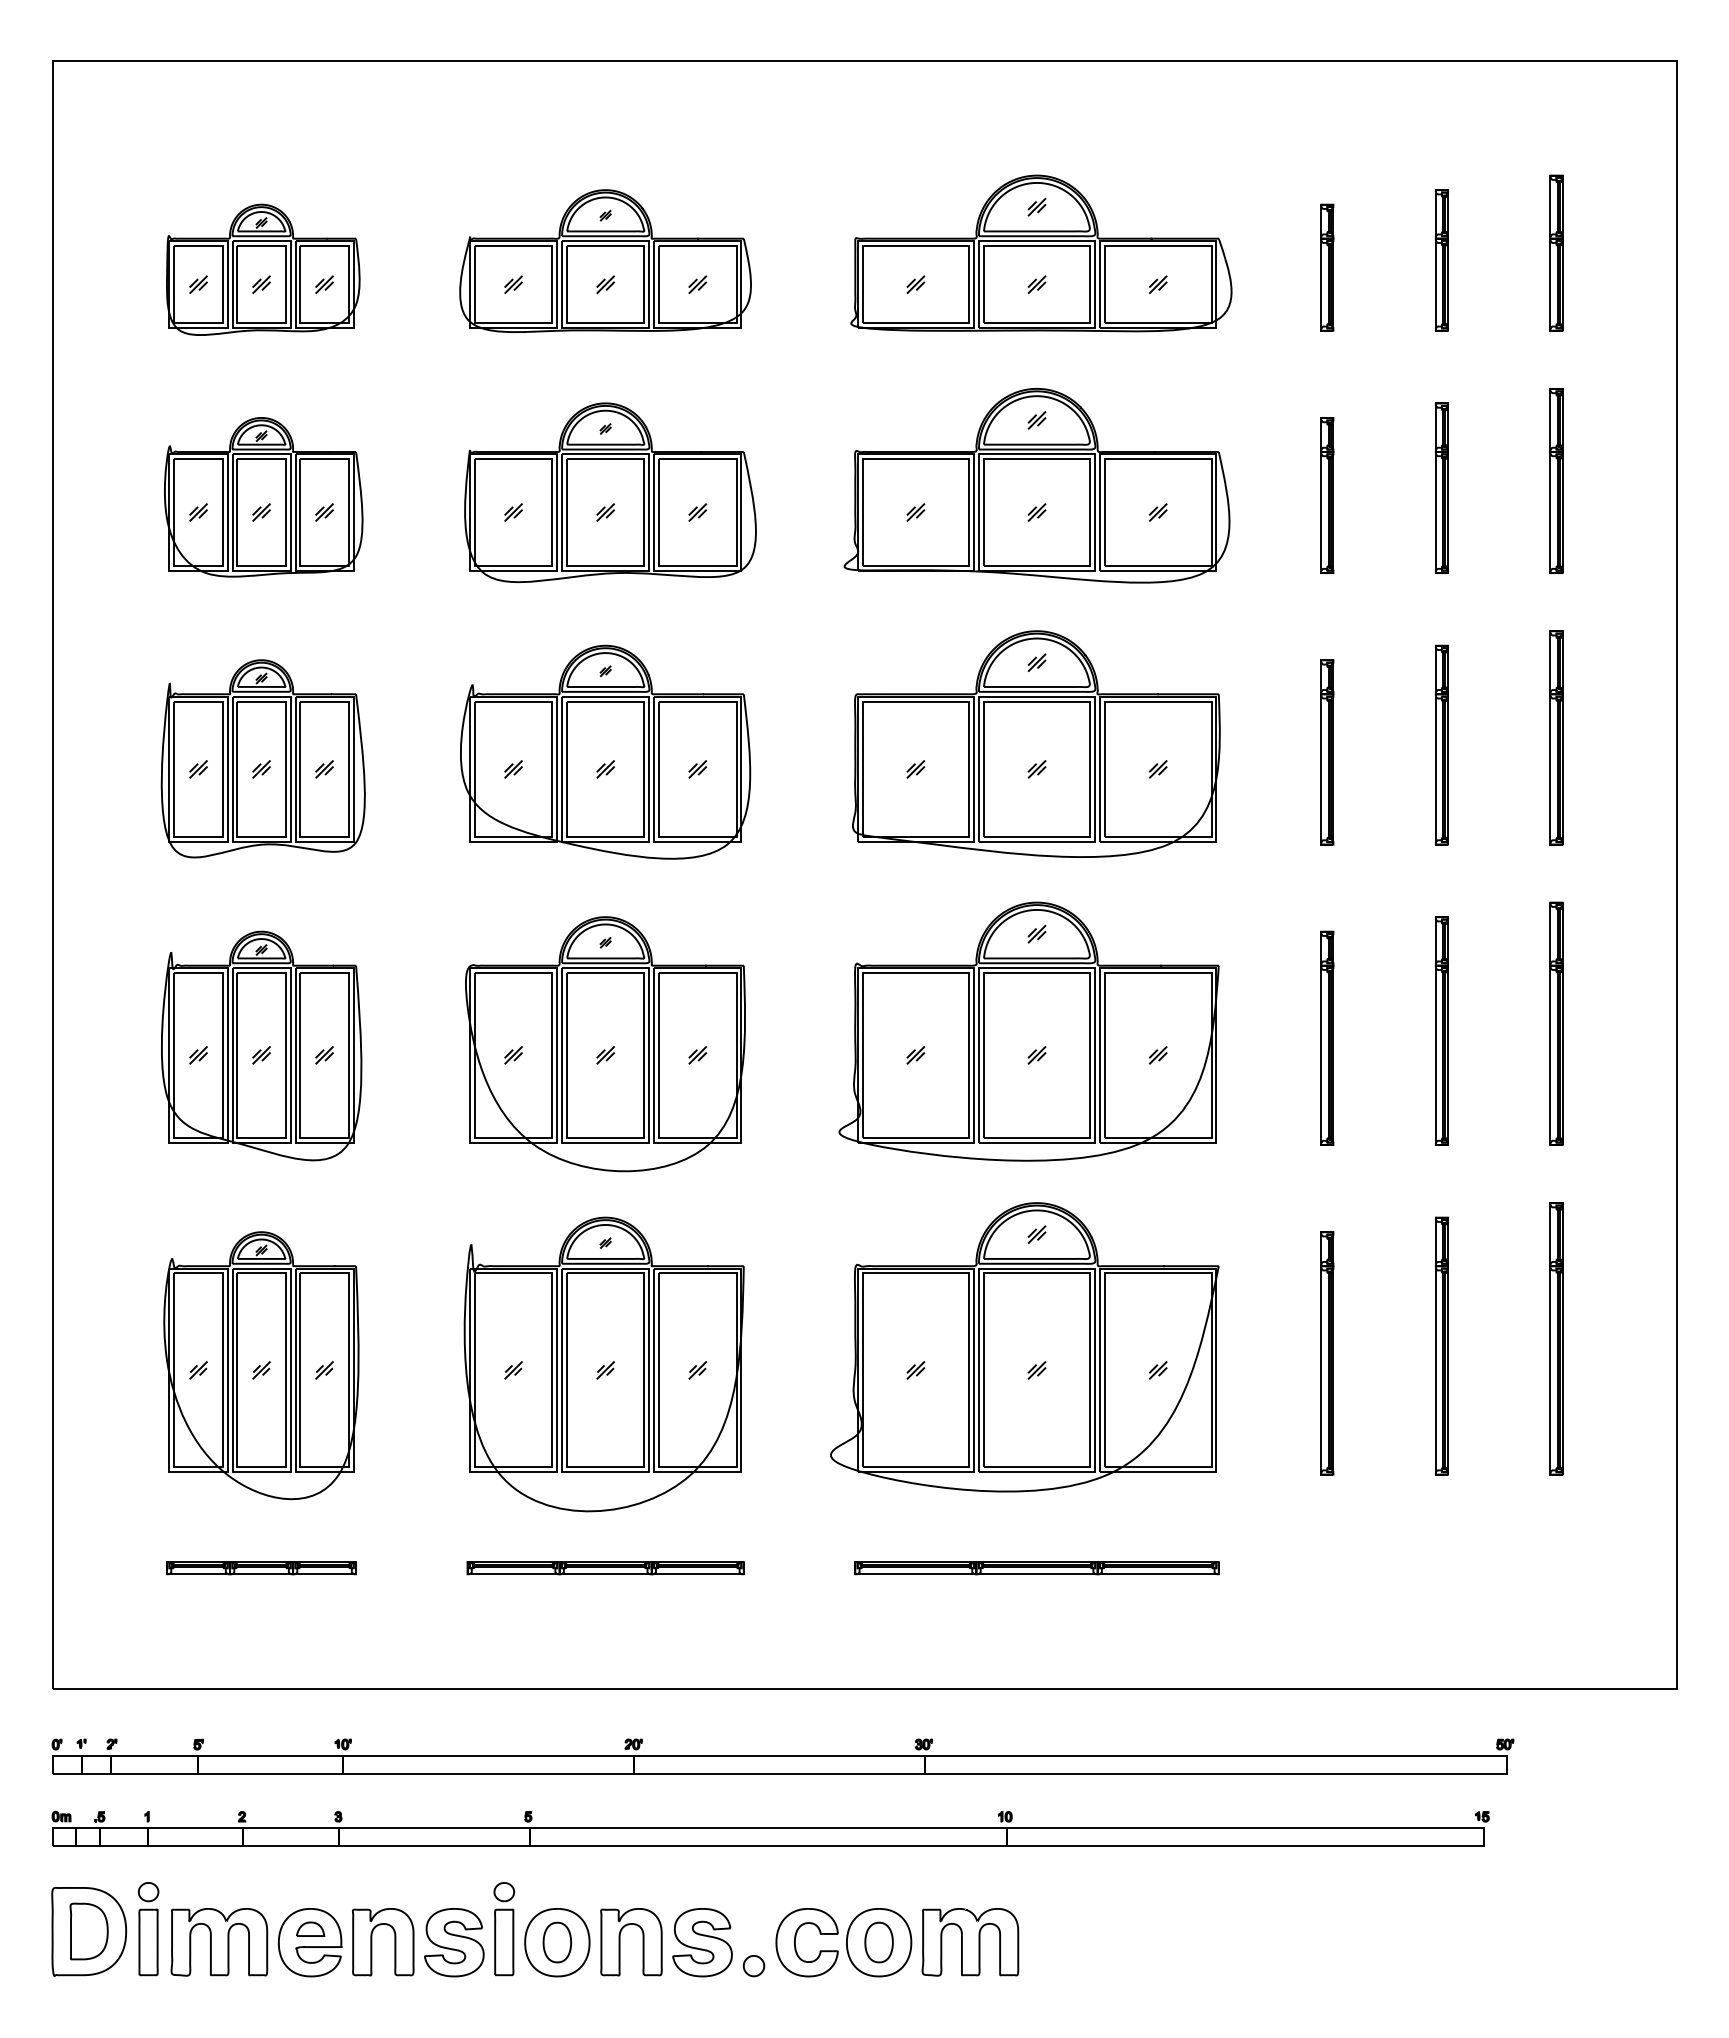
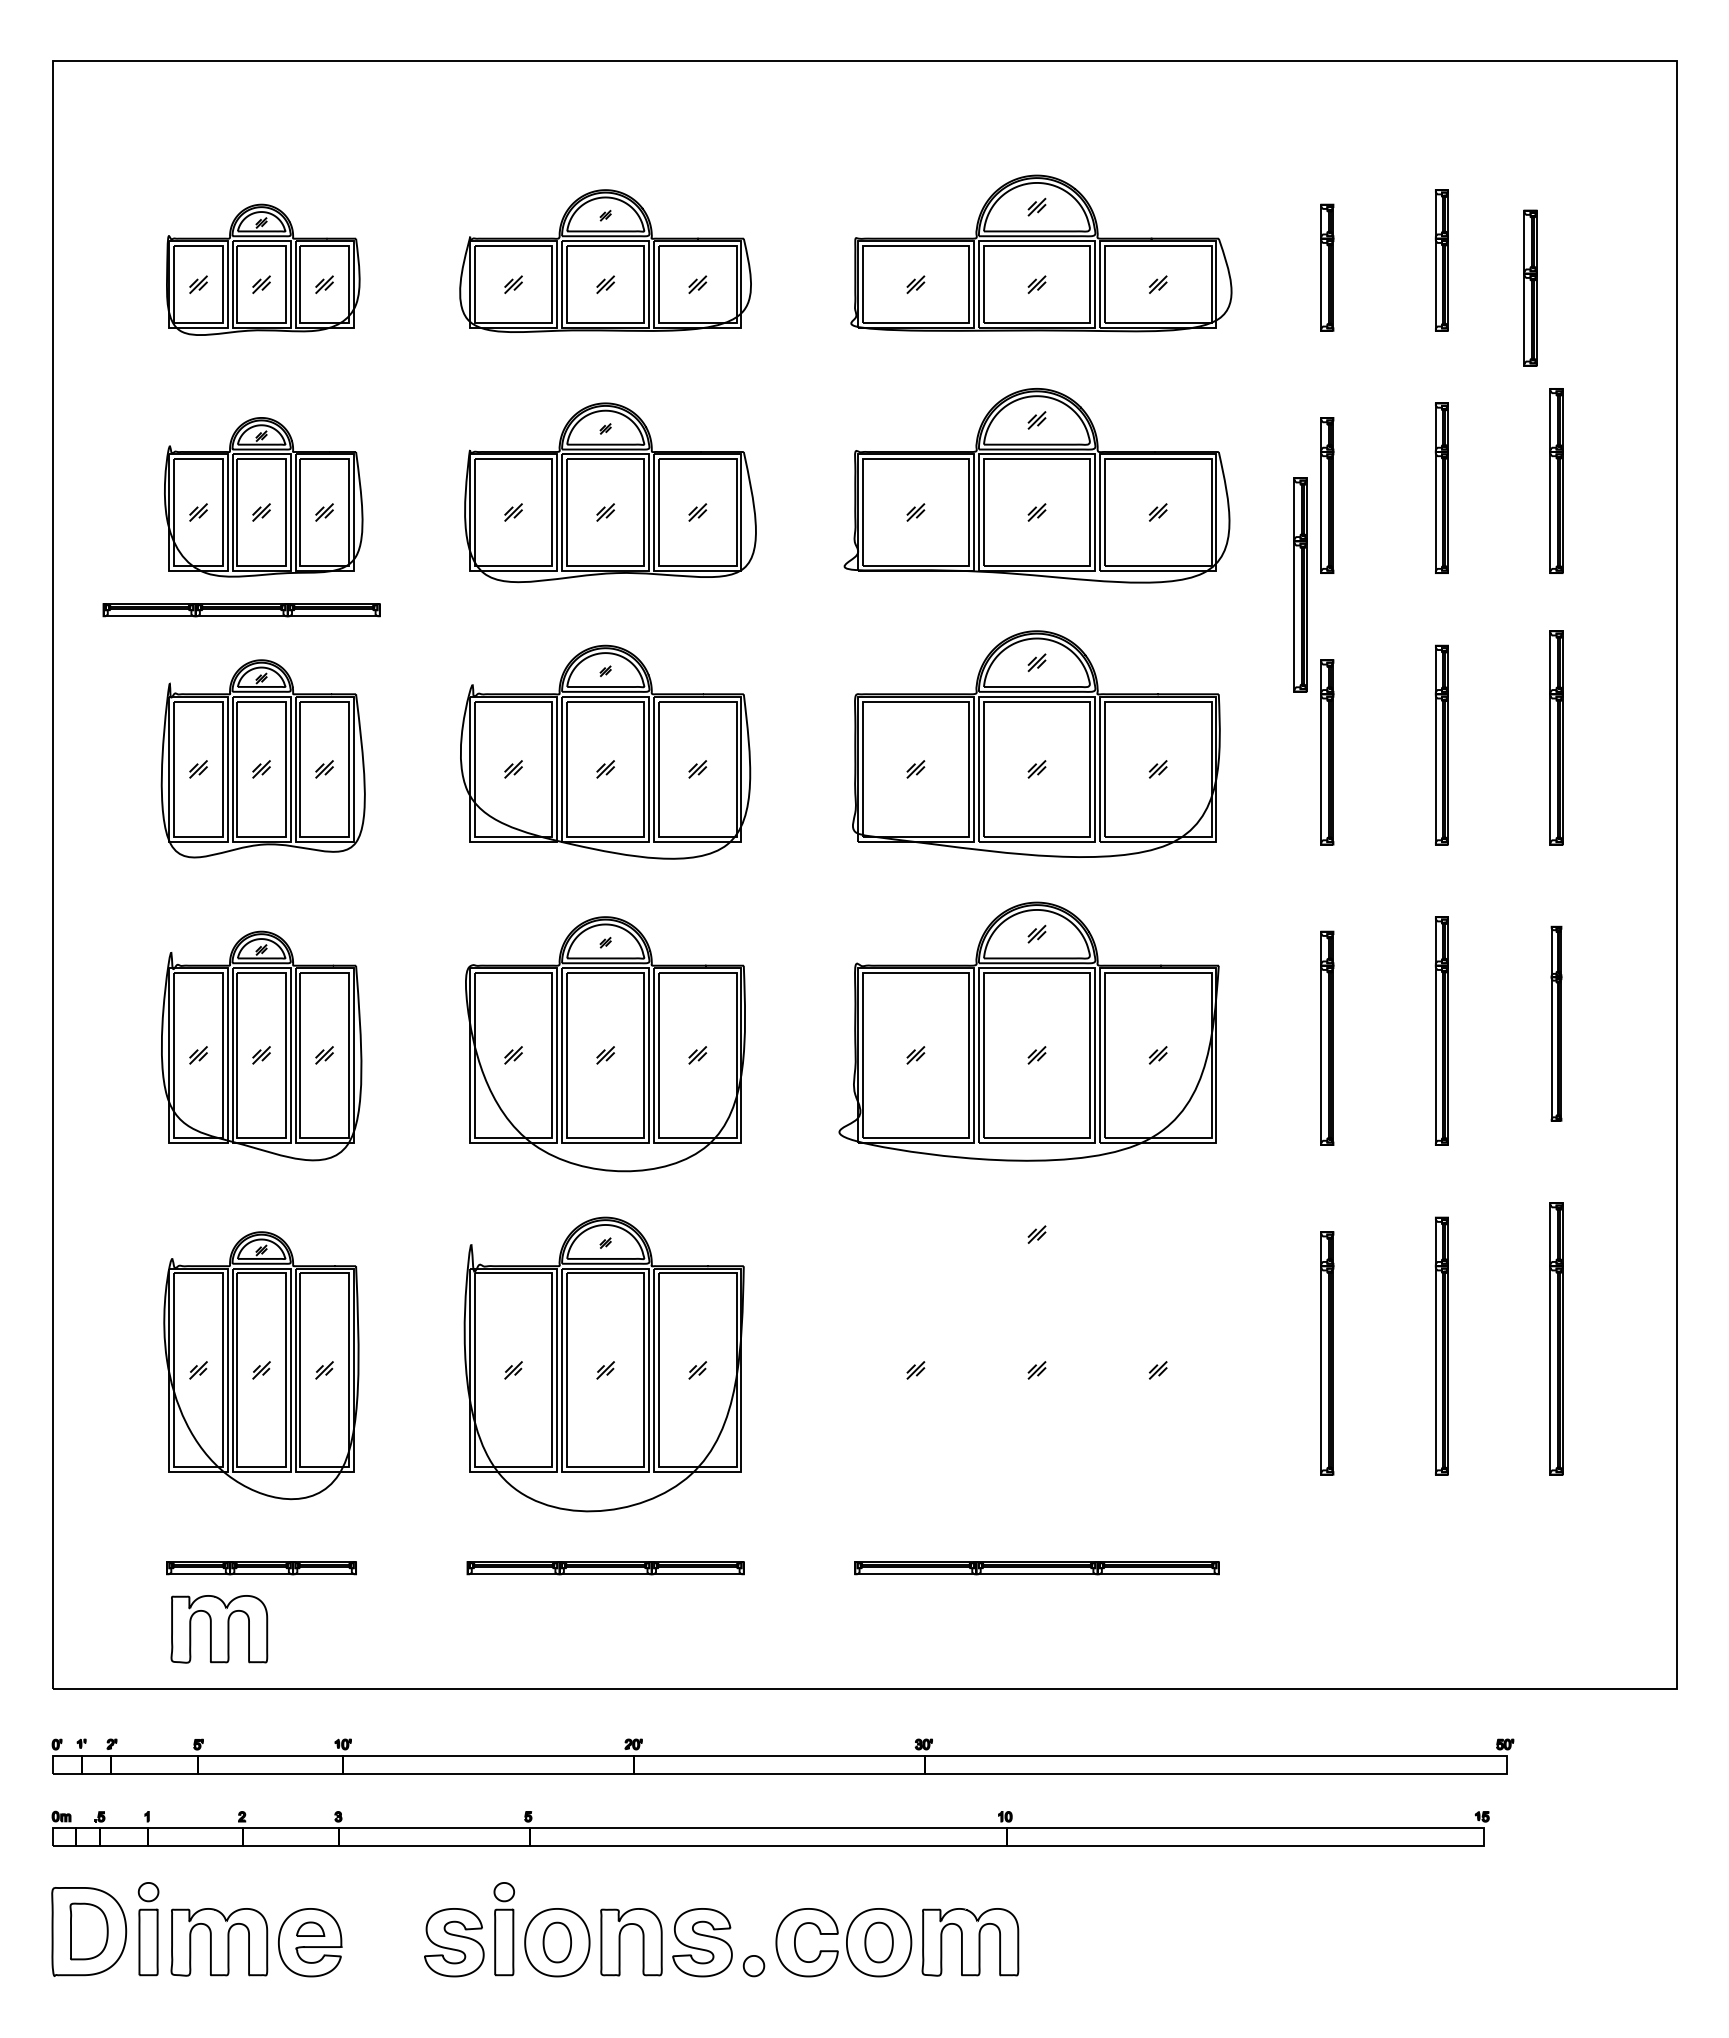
part at (1556, 252) position: (1556, 252) -> (1530, 287)
part at (1300, 584): none -> present
part at (241, 610): none -> present
part at (1556, 1023) size: 15x245 px -> 13x197 px
part at (1024, 1347): present -> none
part at (219, 1629): none -> present
part at (372, 1942): present -> none
